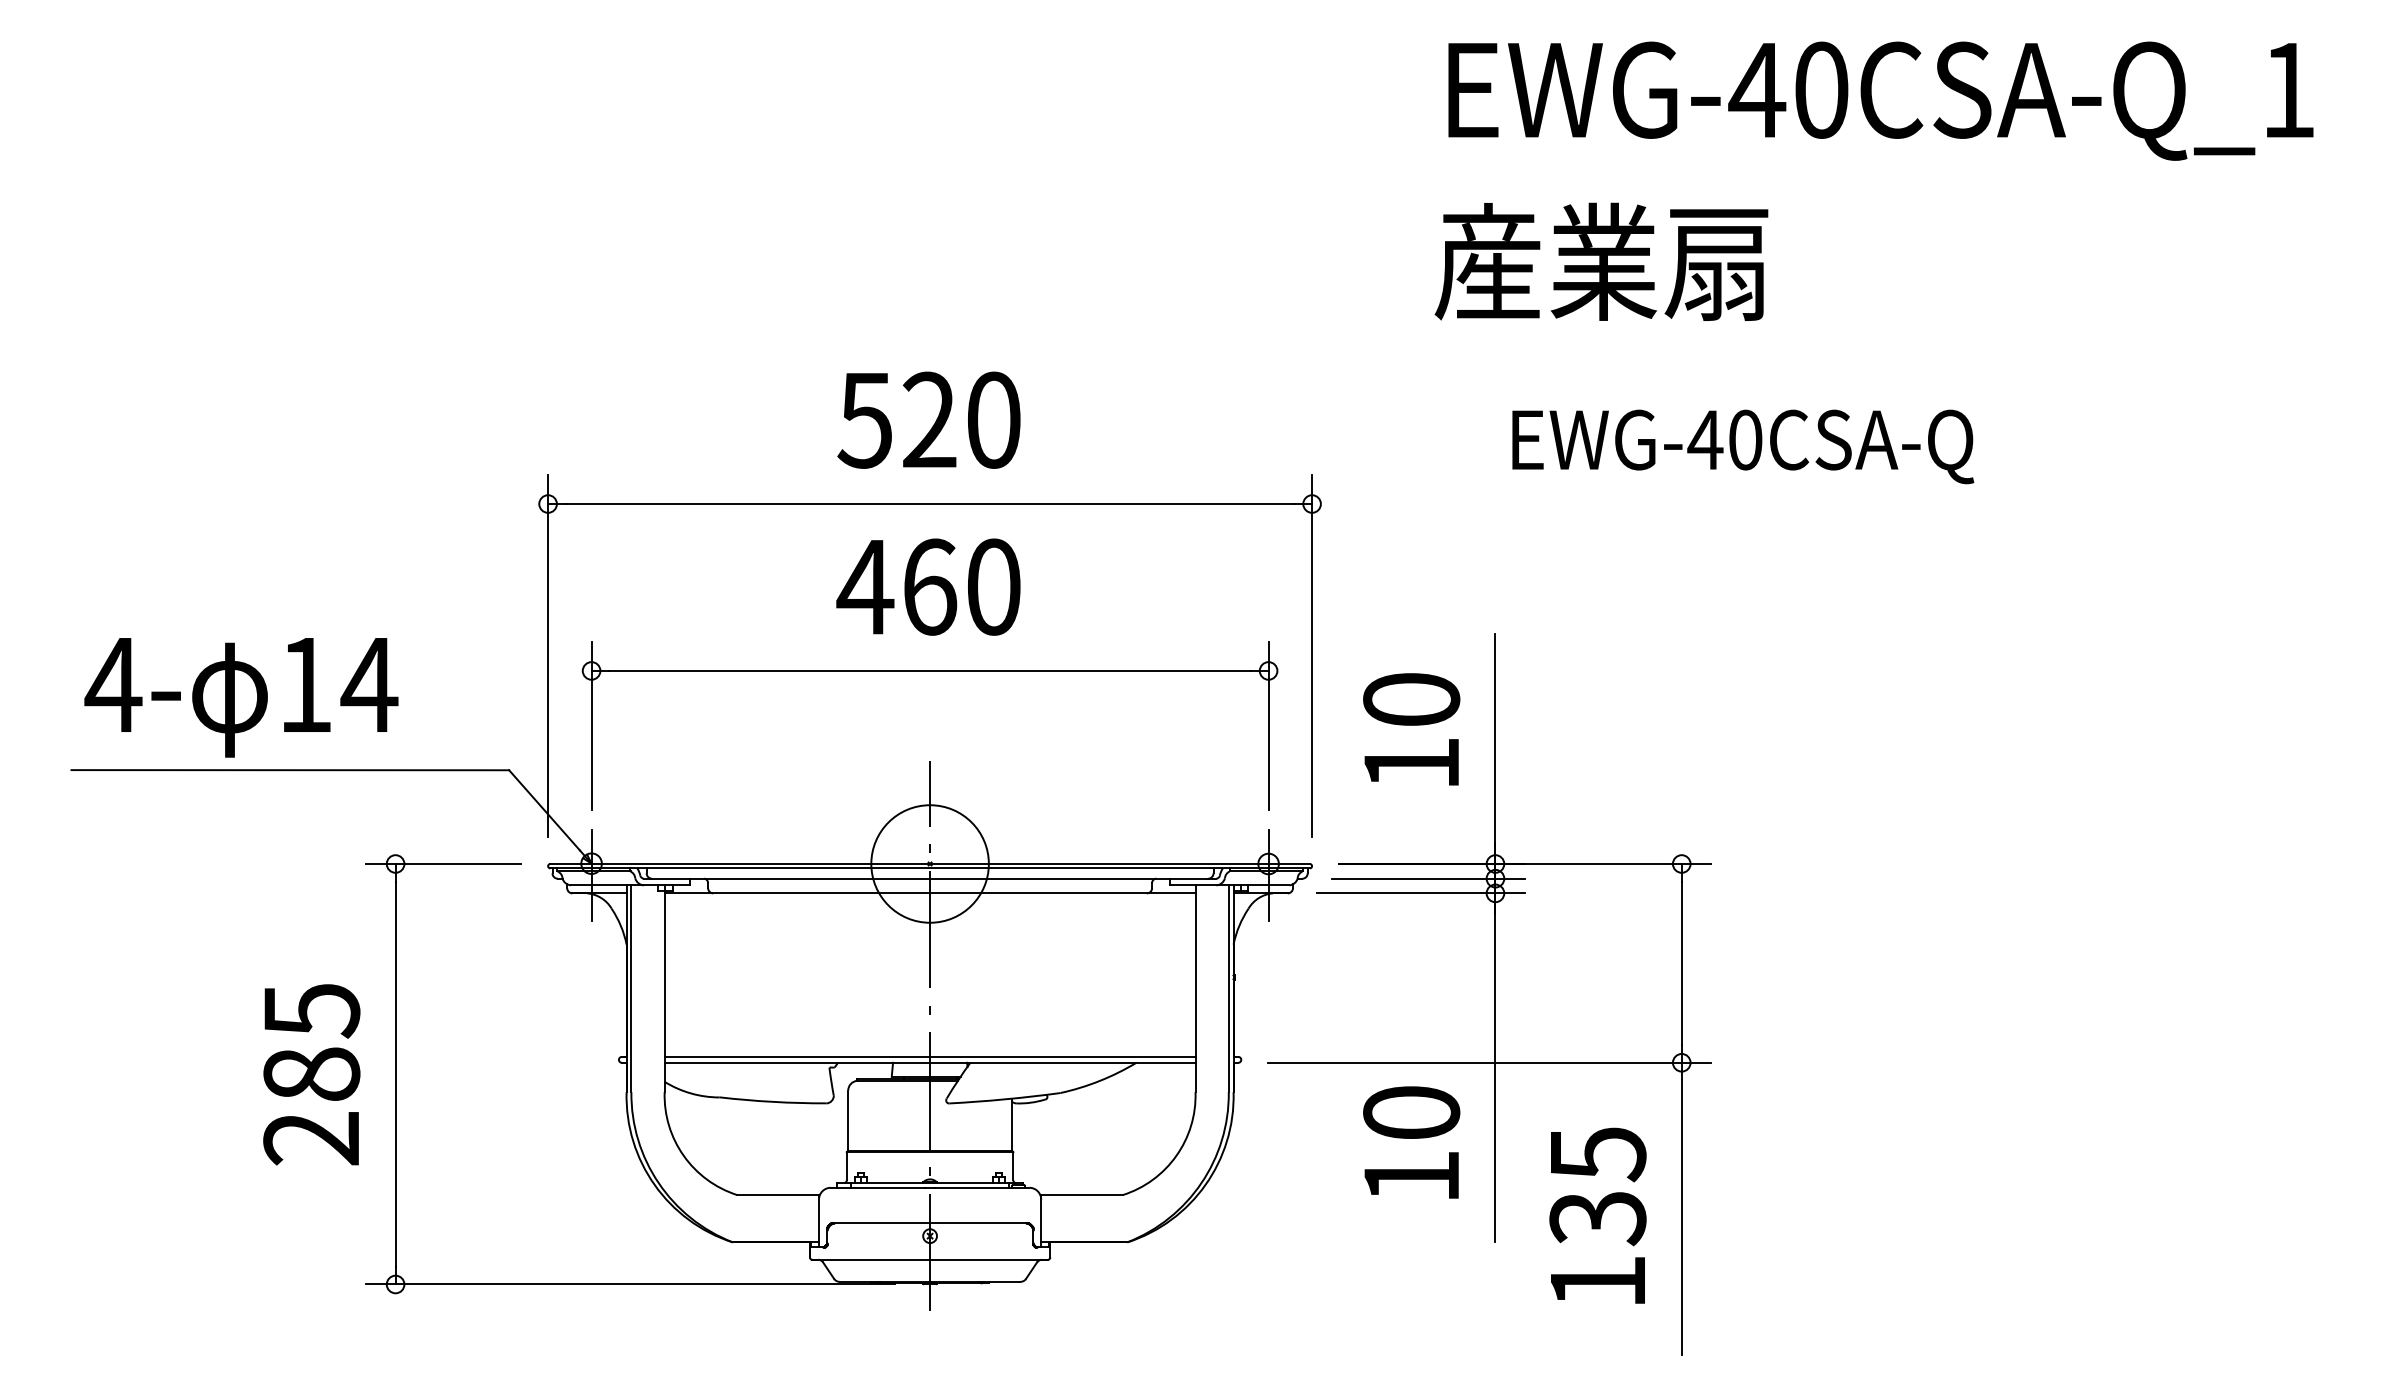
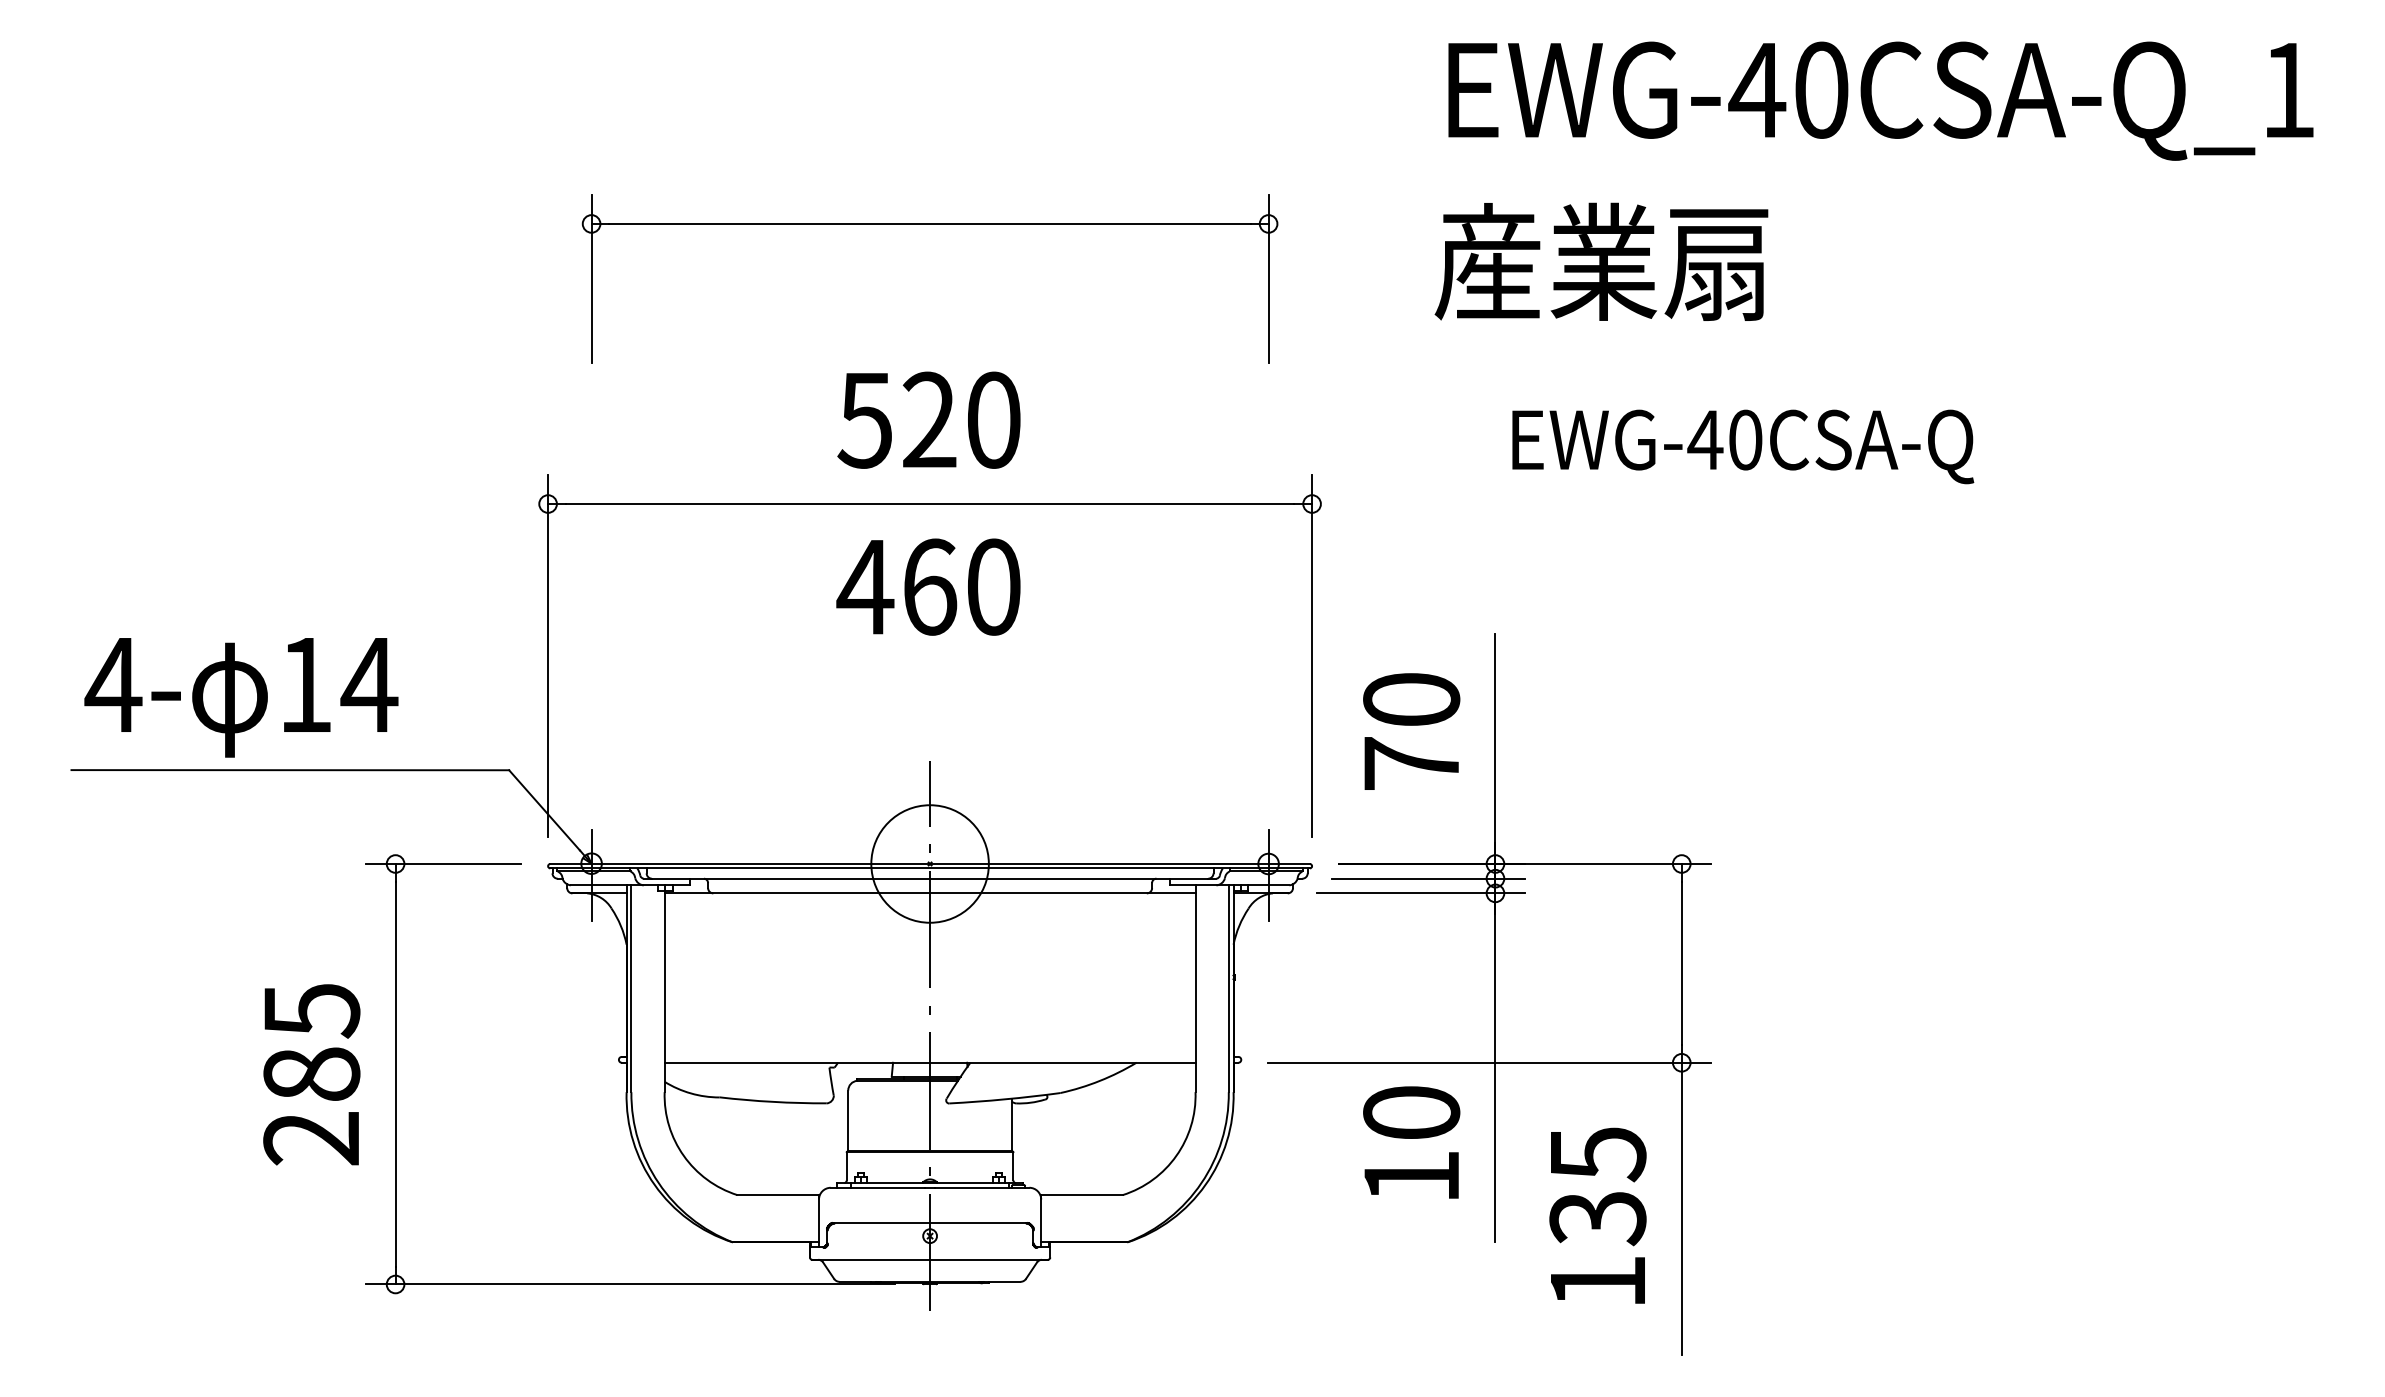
part at (929, 671) position: (929, 671) -> (929, 224)
text at (1411, 763): 10 -> 70
line at (929, 1056): present -> none
